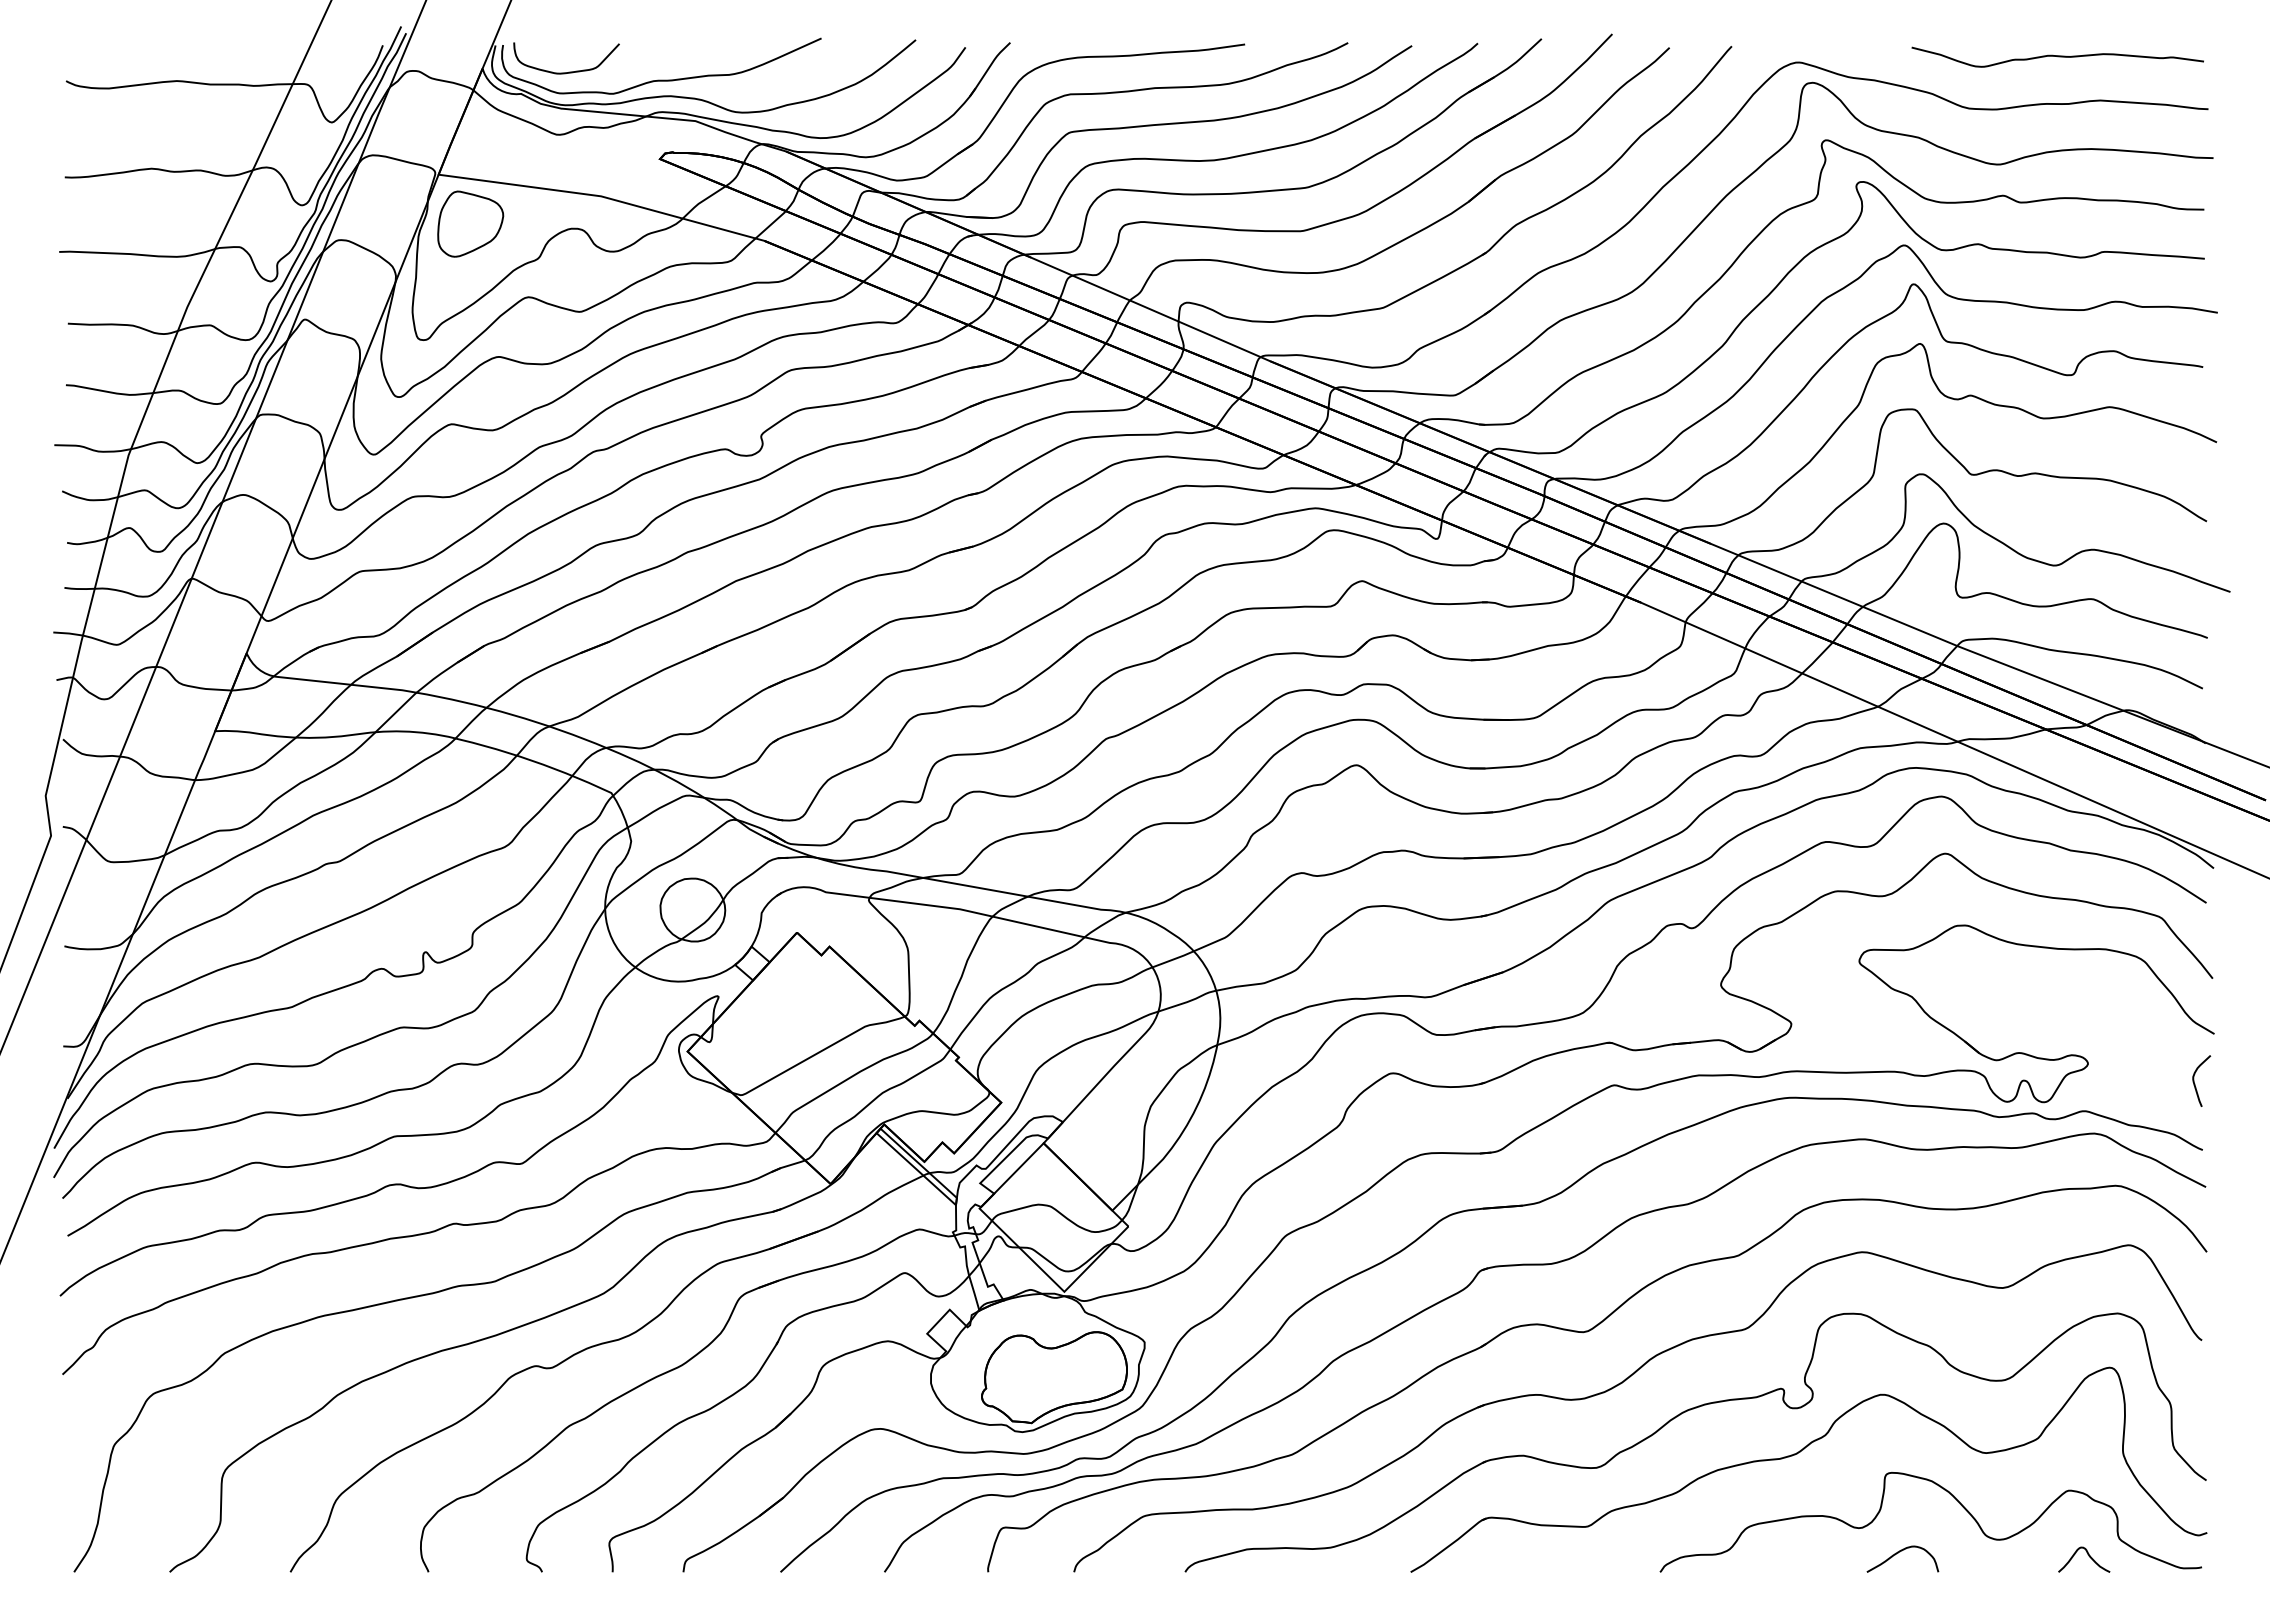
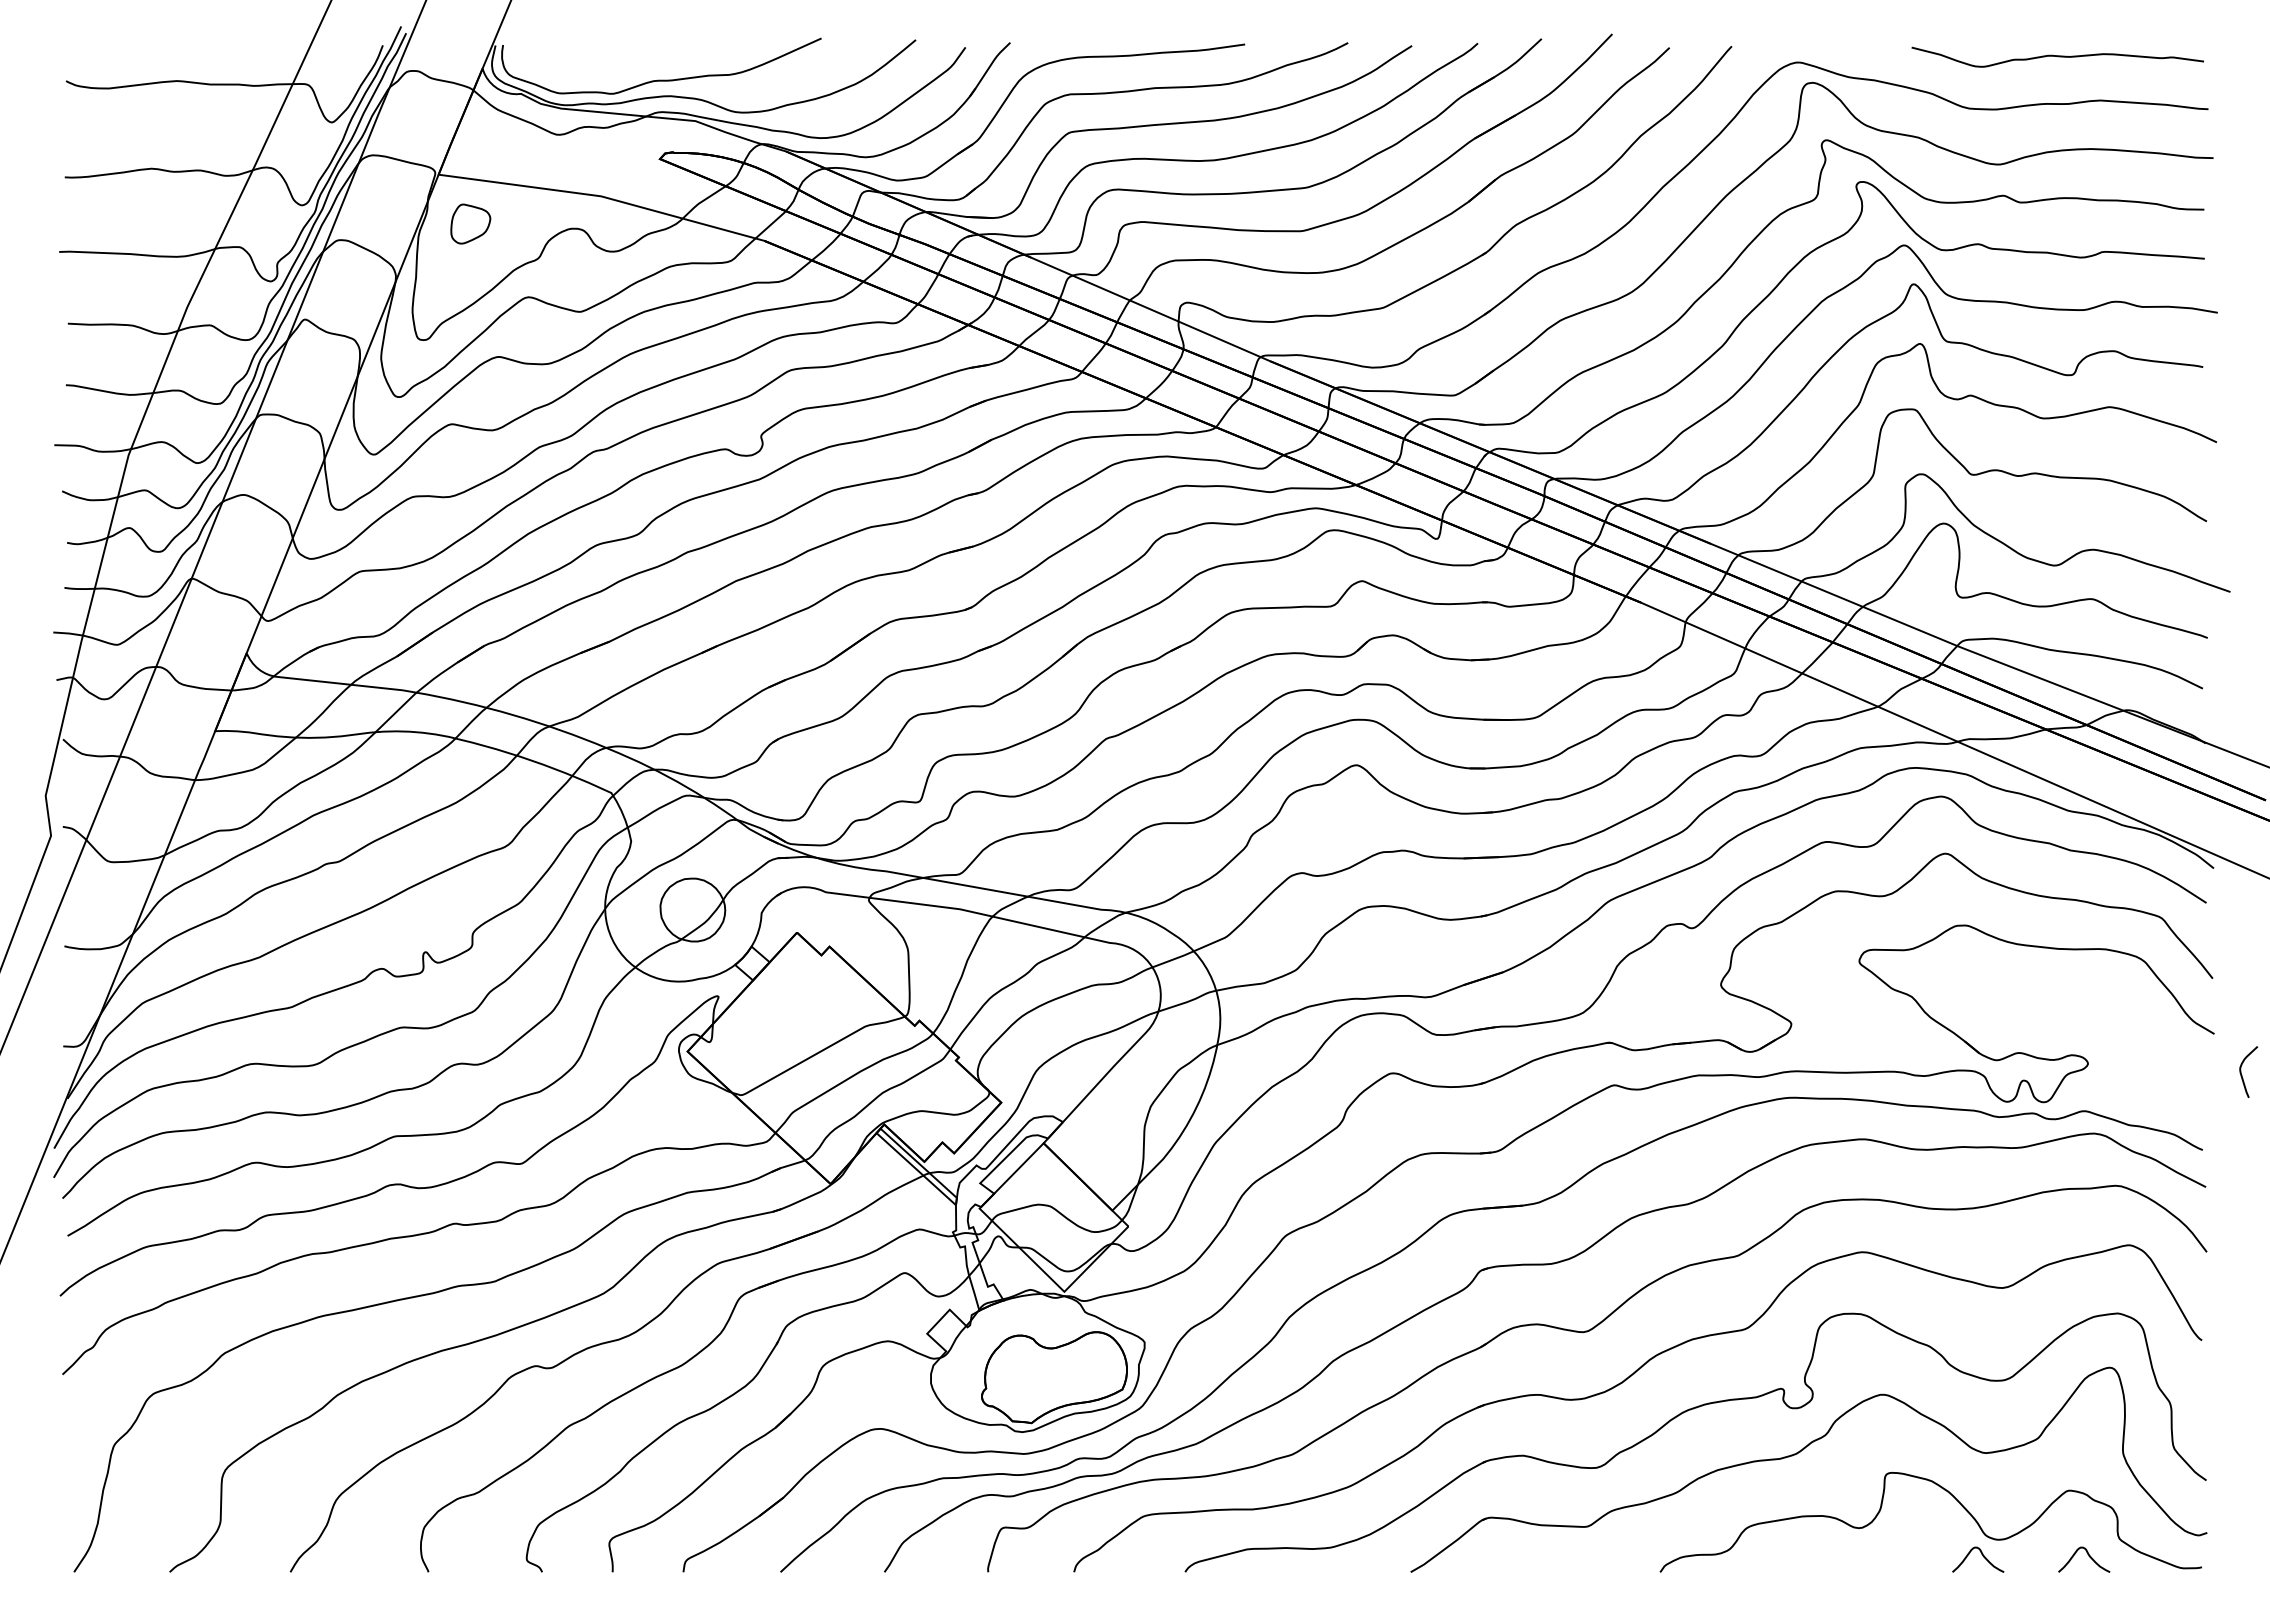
curve at (568, 71): present -> none
part at (470, 223) size: 68x68 px -> 42x42 px
curve at (2195, 1083) position: (2195, 1083) -> (2242, 1074)
curve at (1900, 1552): present -> none
curve at (1982, 1556): none -> present
